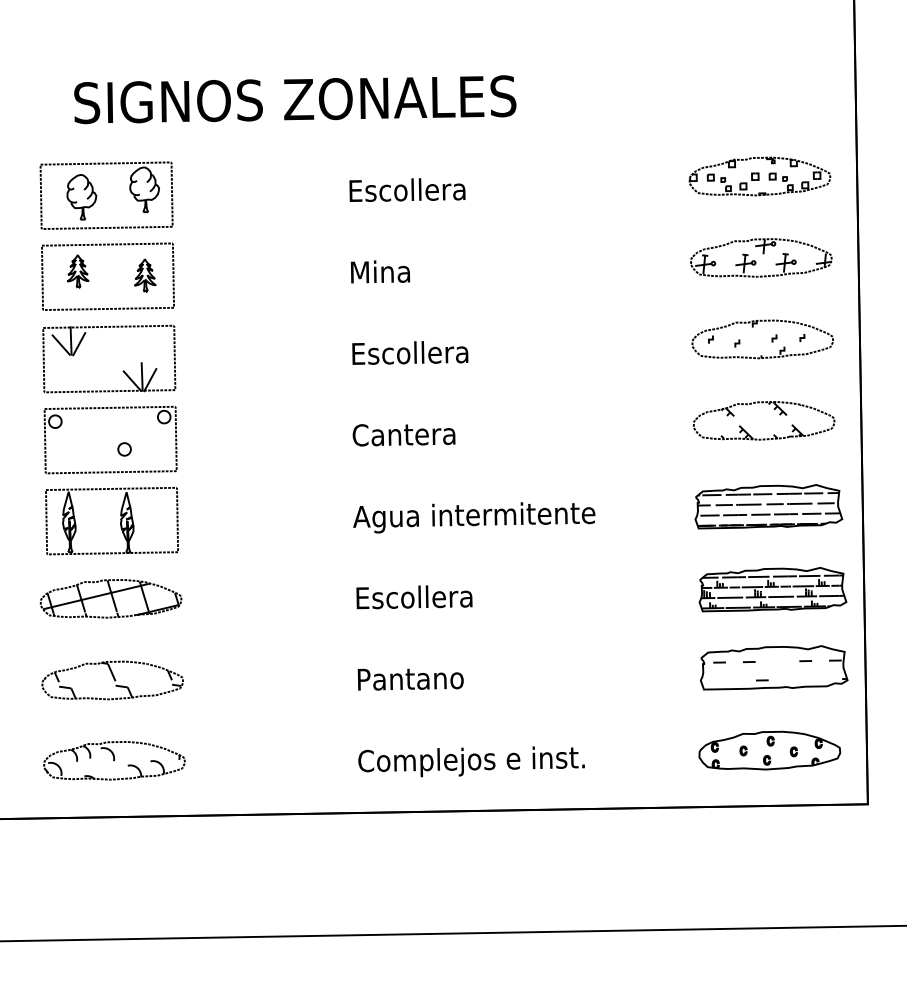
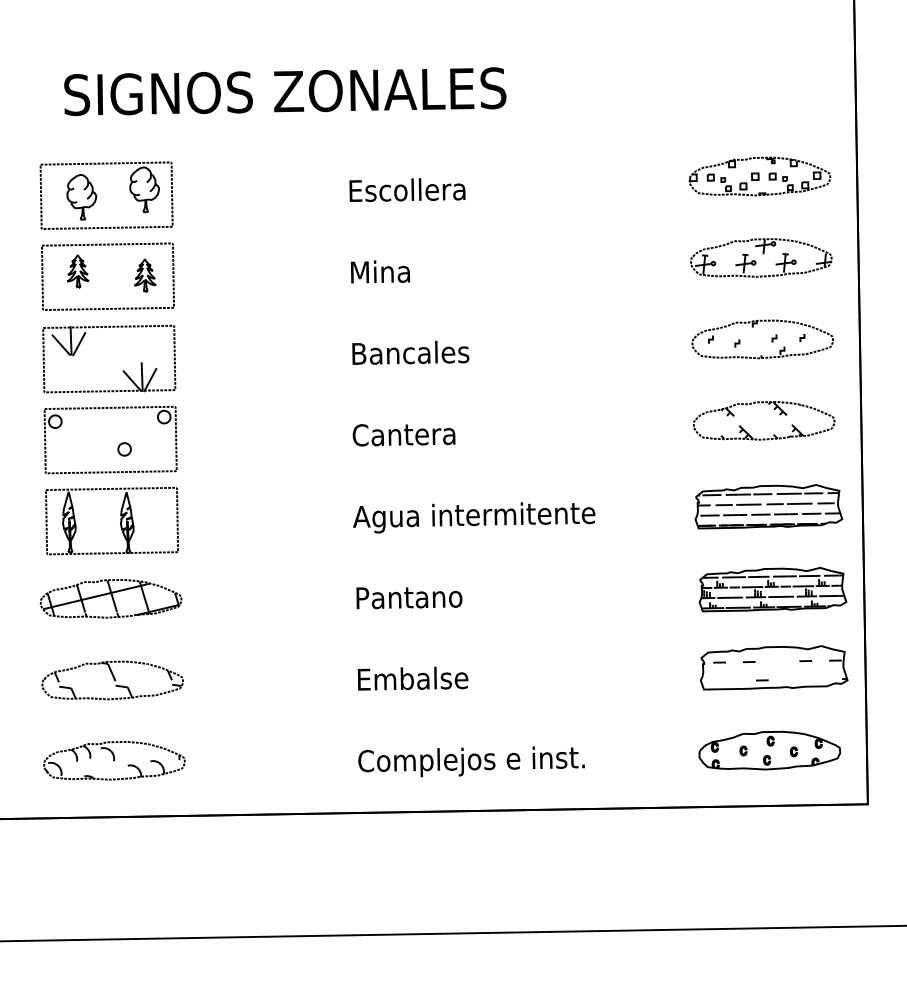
text at (295, 99) position: (295, 99) -> (285, 91)
text at (414, 352): Escollera -> Bancales
text at (415, 597): Escollera -> Pantano
text at (414, 678): Pantano -> Embalse
